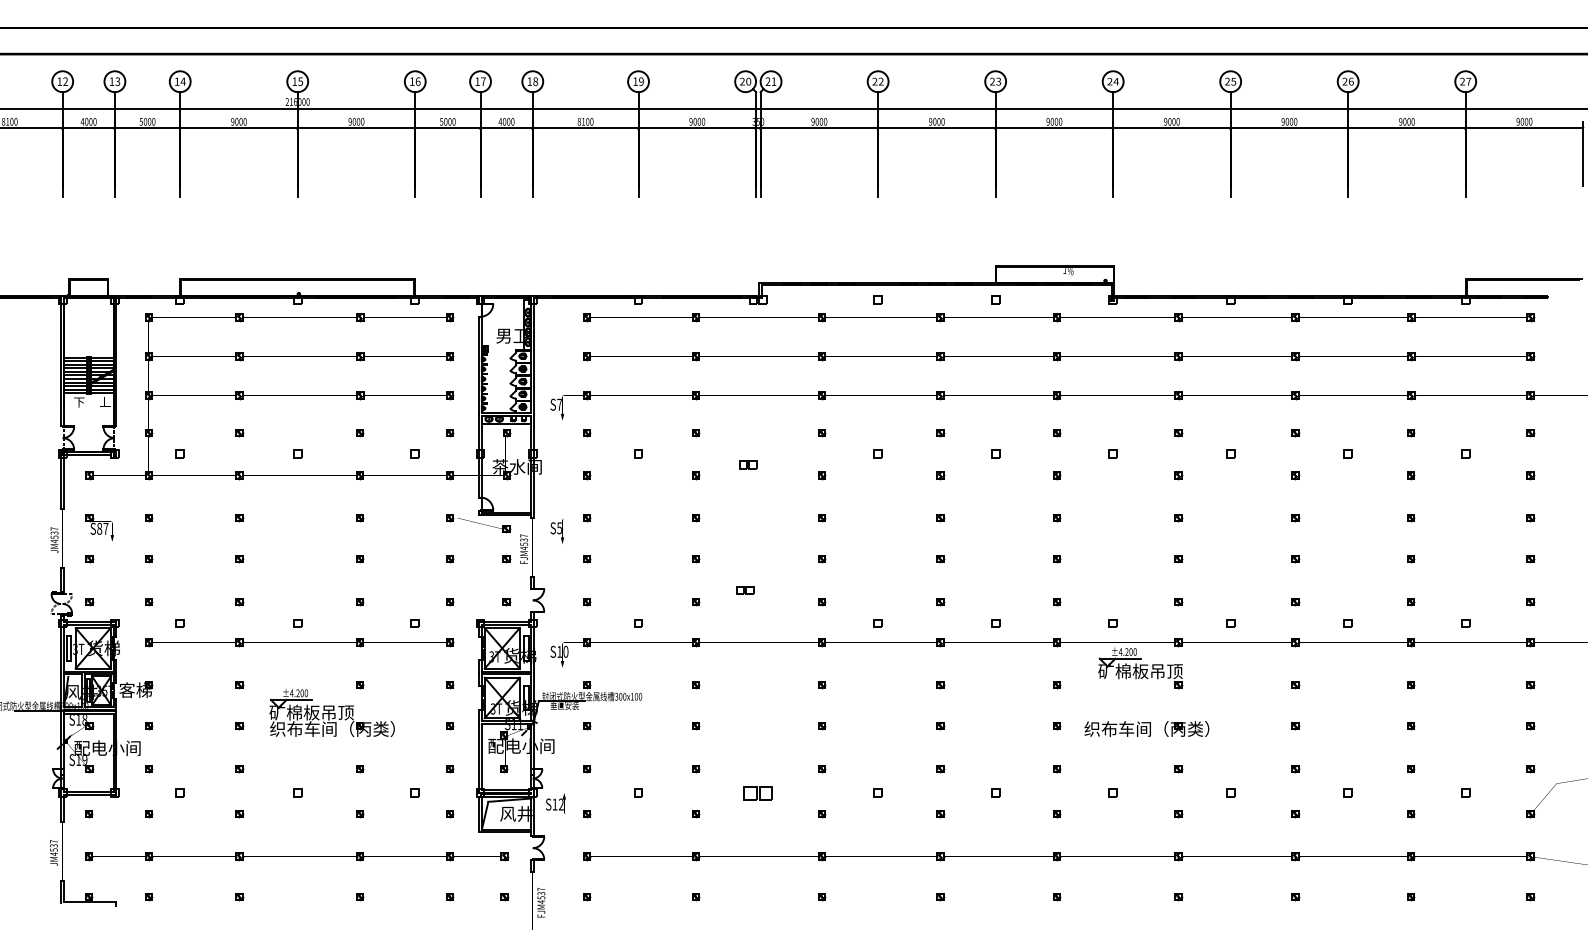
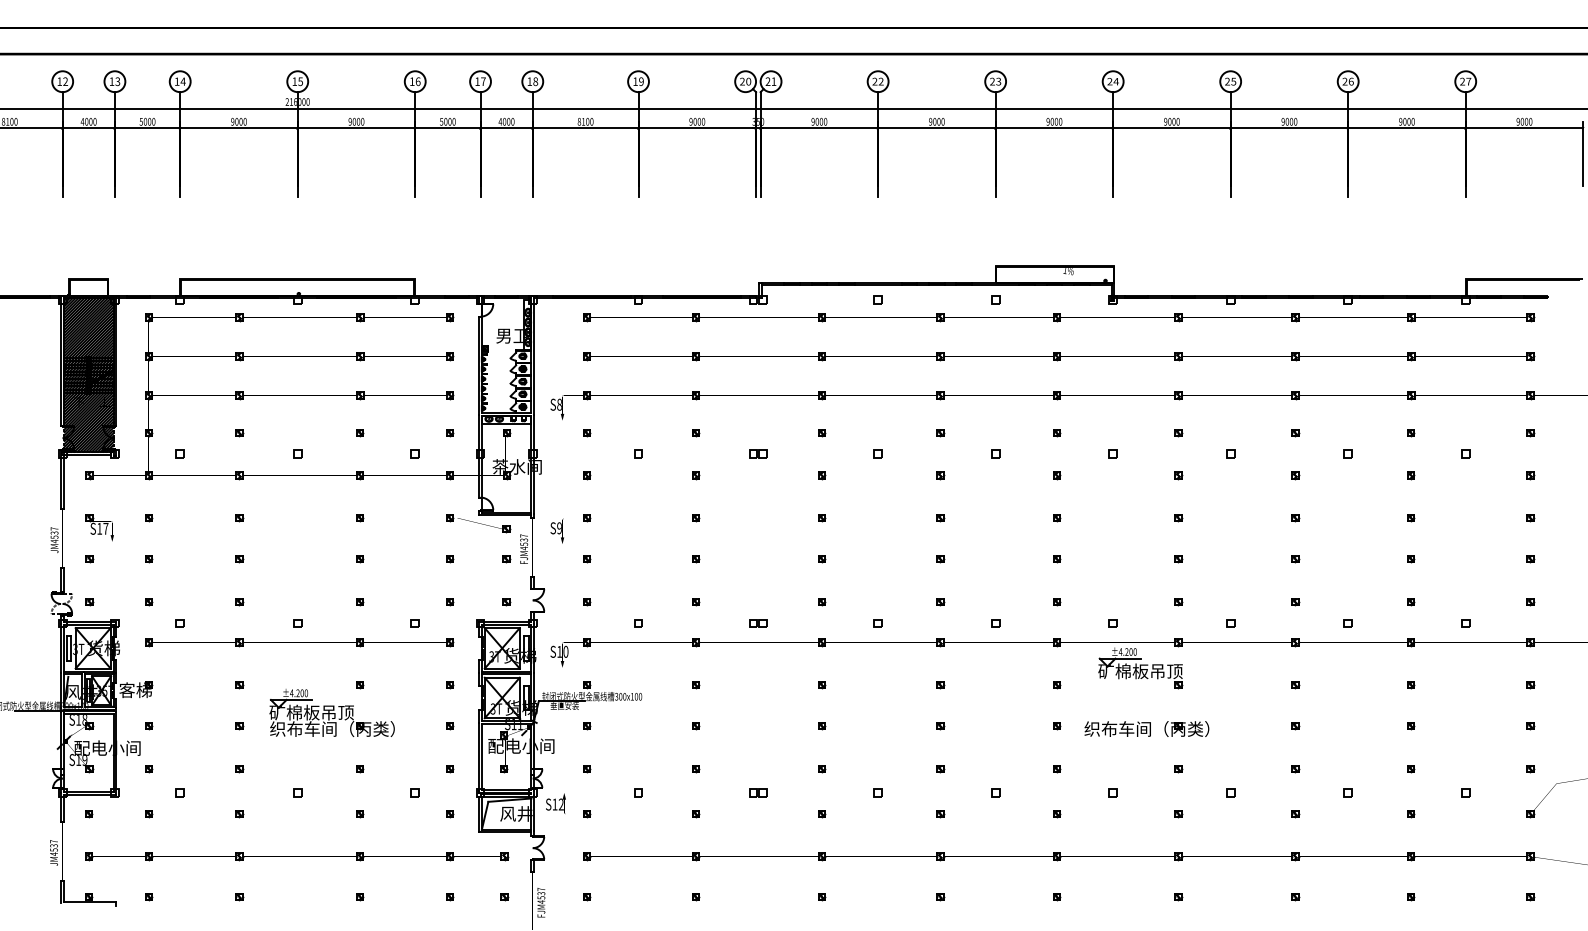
hatch at (88, 375): none -> present
text at (559, 404): S7 -> S8
part at (748, 464) position: (748, 464) -> (758, 453)
text at (99, 528): S87 -> S17
text at (559, 528): S5 -> S9
part at (745, 590) position: (745, 590) -> (758, 623)
part at (757, 793) size: 30x15 px -> 19x10 px
